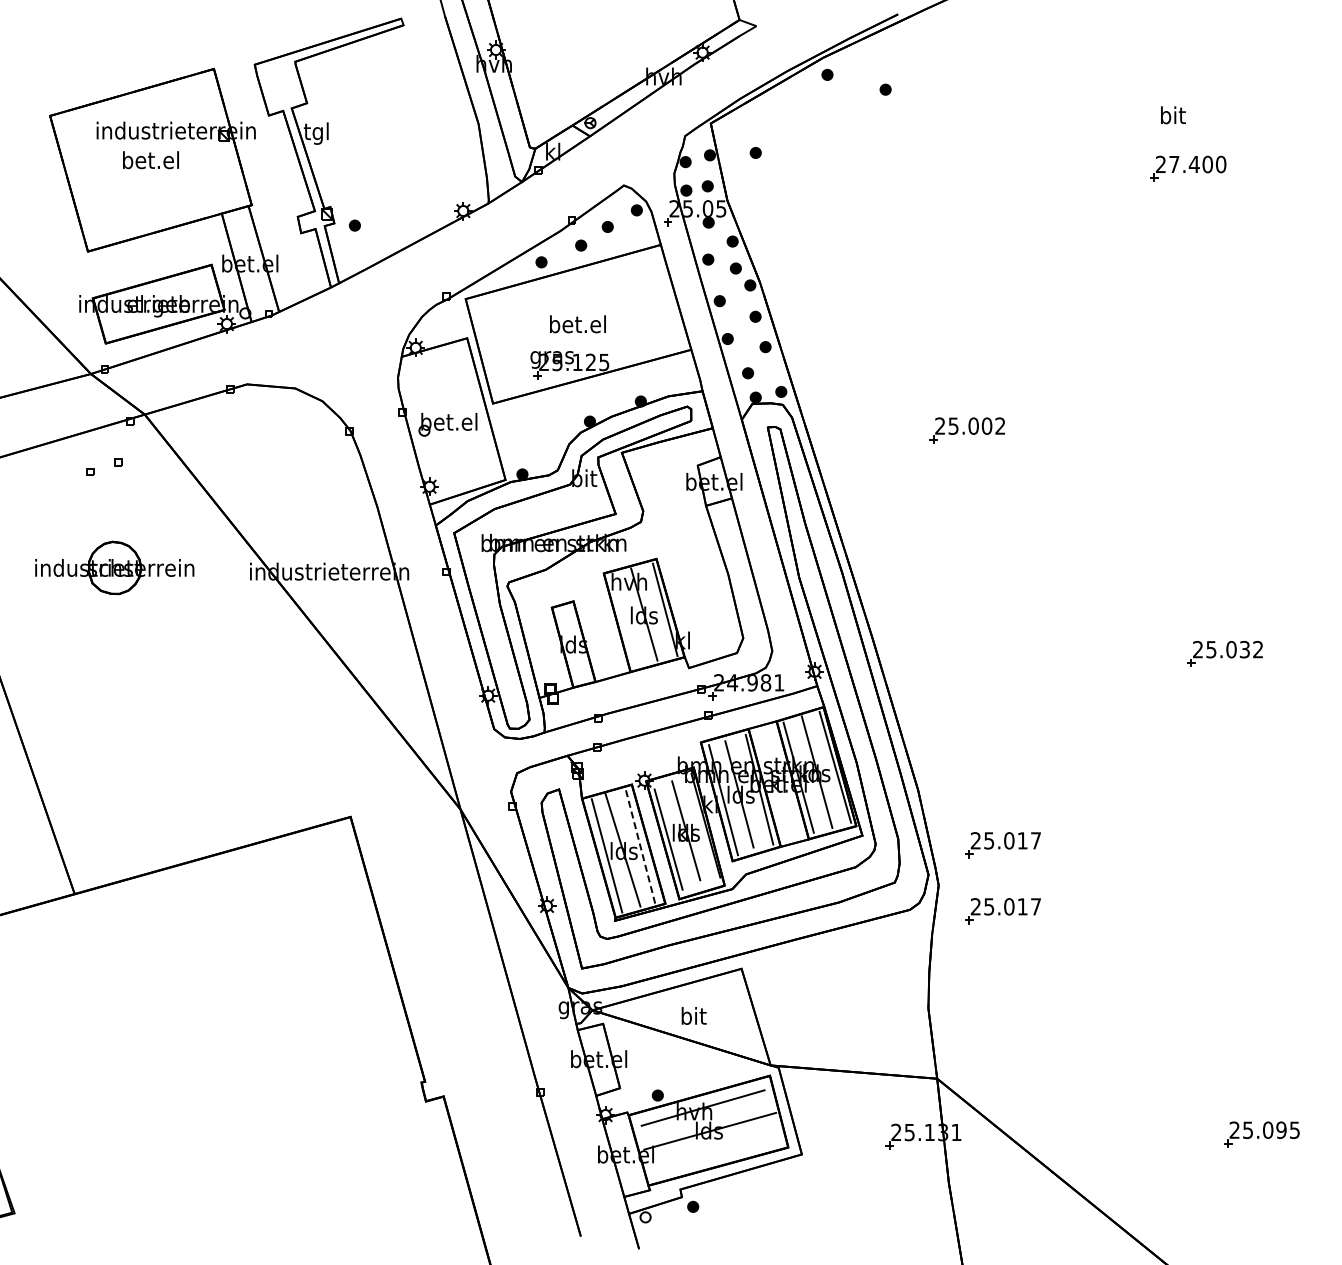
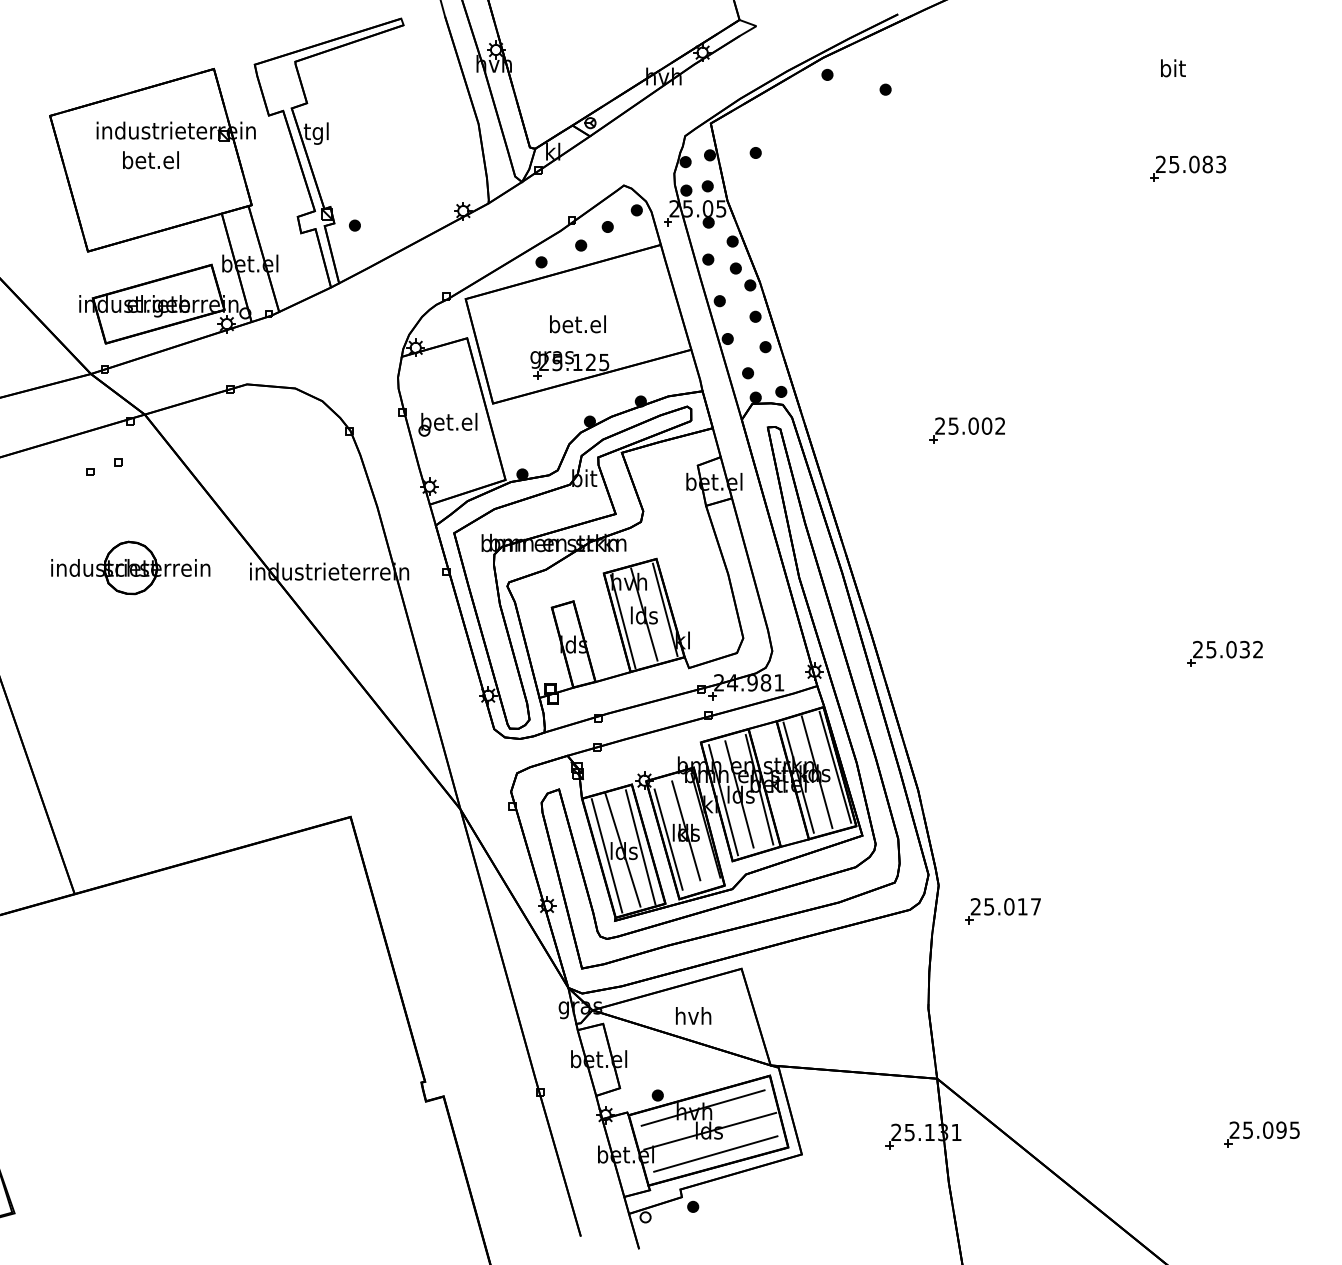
text at (1173, 115) position: (1173, 115) -> (1173, 68)
text at (1197, 164): 27.400 -> 25.083
part at (114, 567) position: (114, 567) -> (130, 567)
line at (623, 621): none -> present
part at (1002, 845): present -> none
line at (640, 847): dashed -> solid
text at (693, 1015): bit -> hvh
line at (715, 1153): none -> present
